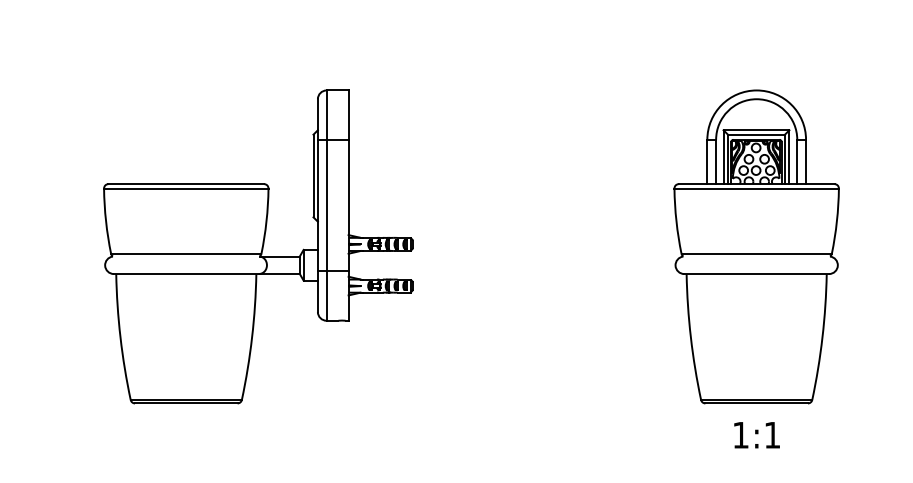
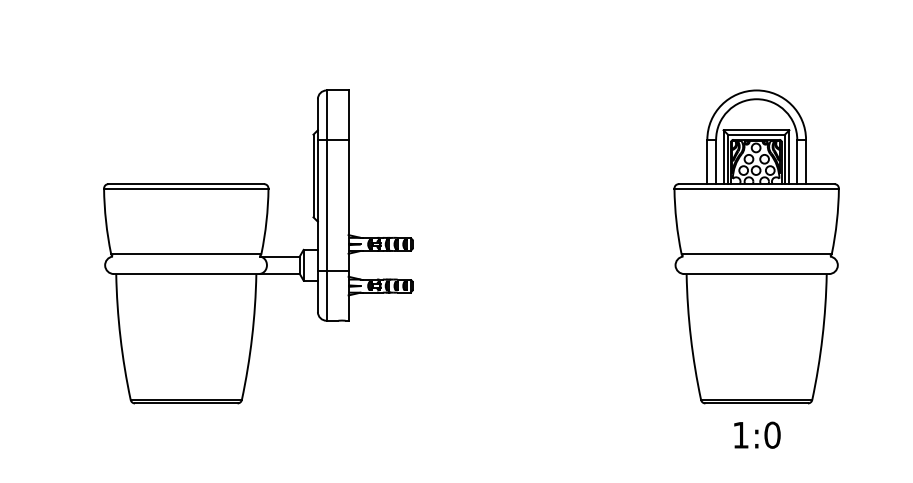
text at (772, 434): 1:1 -> 1:0
